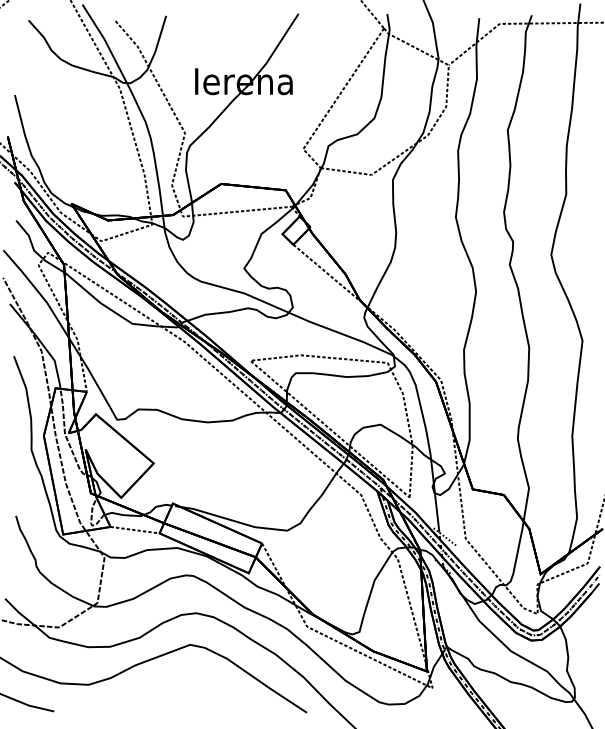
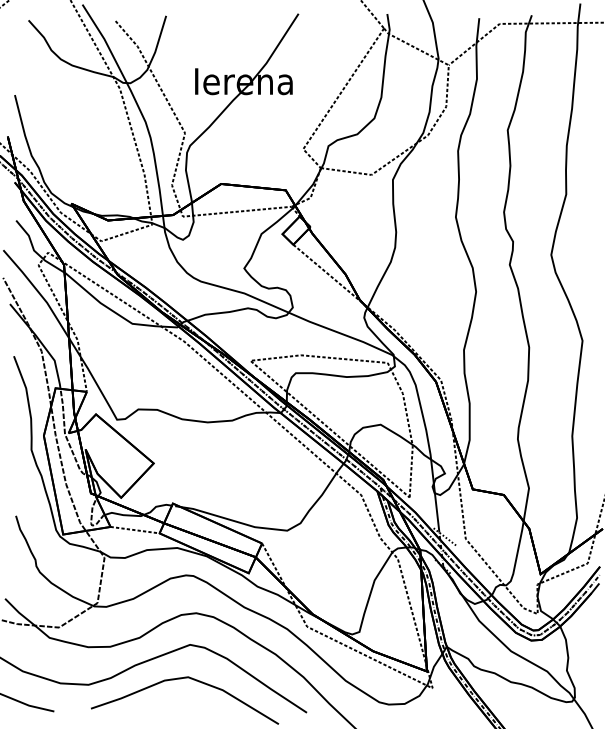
curve at (181, 679): none -> present
